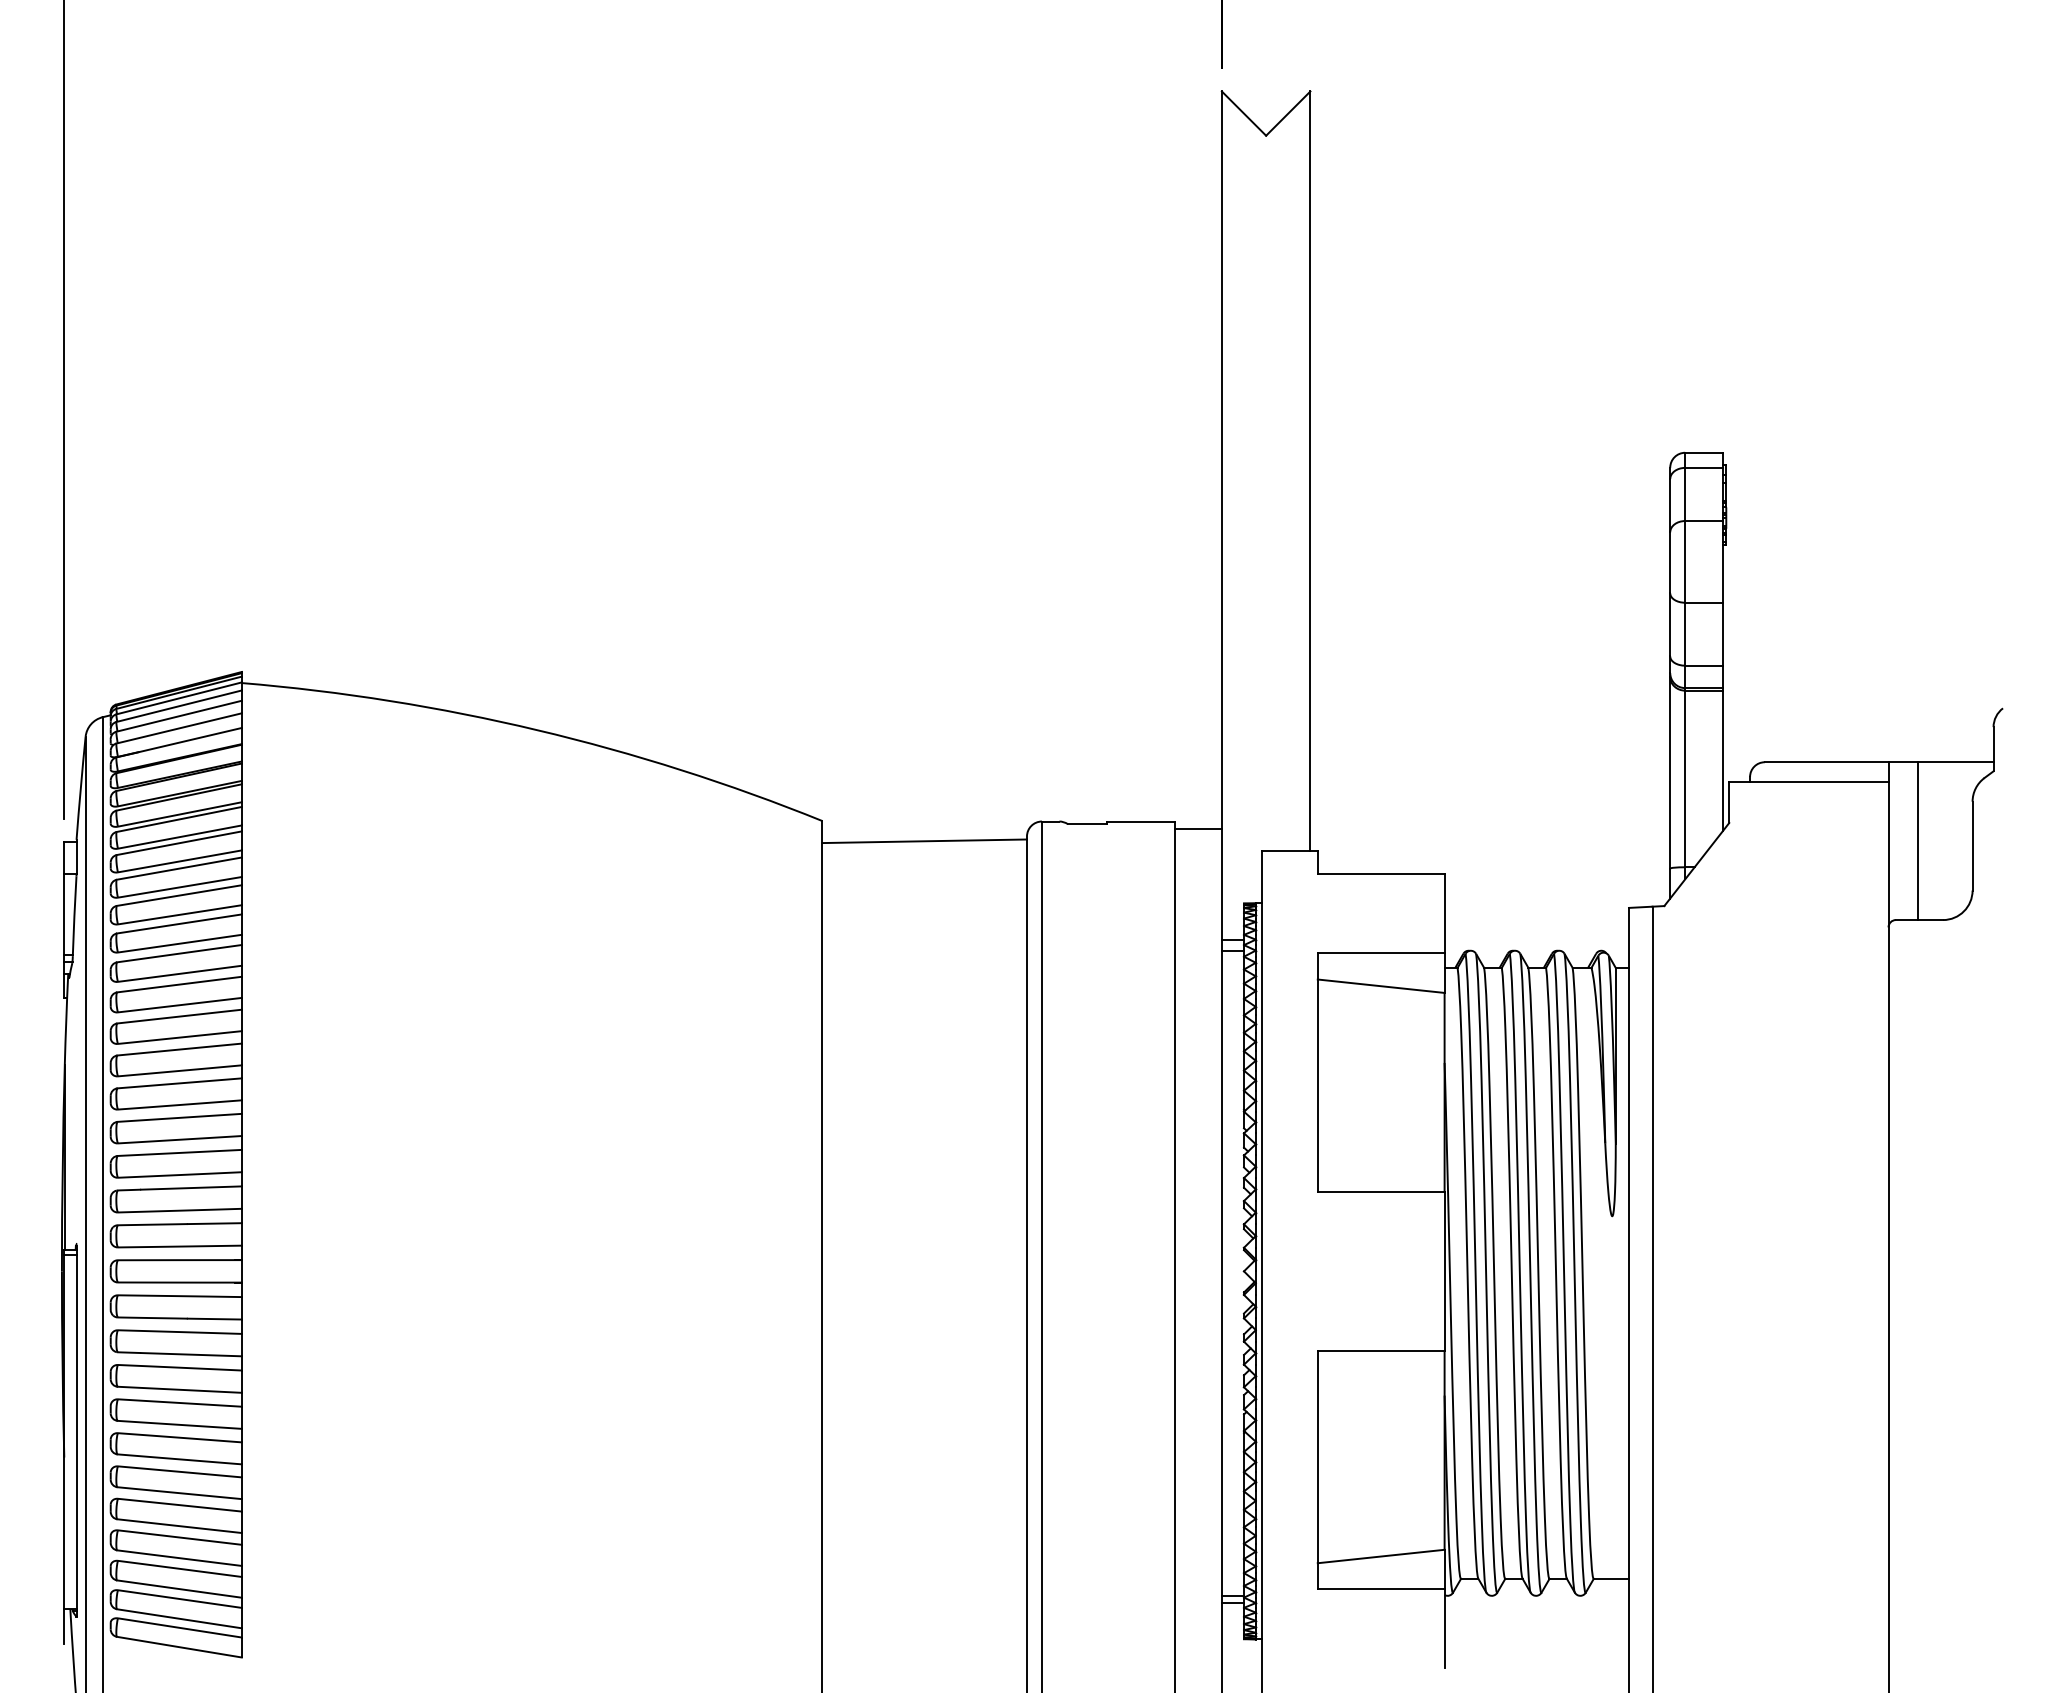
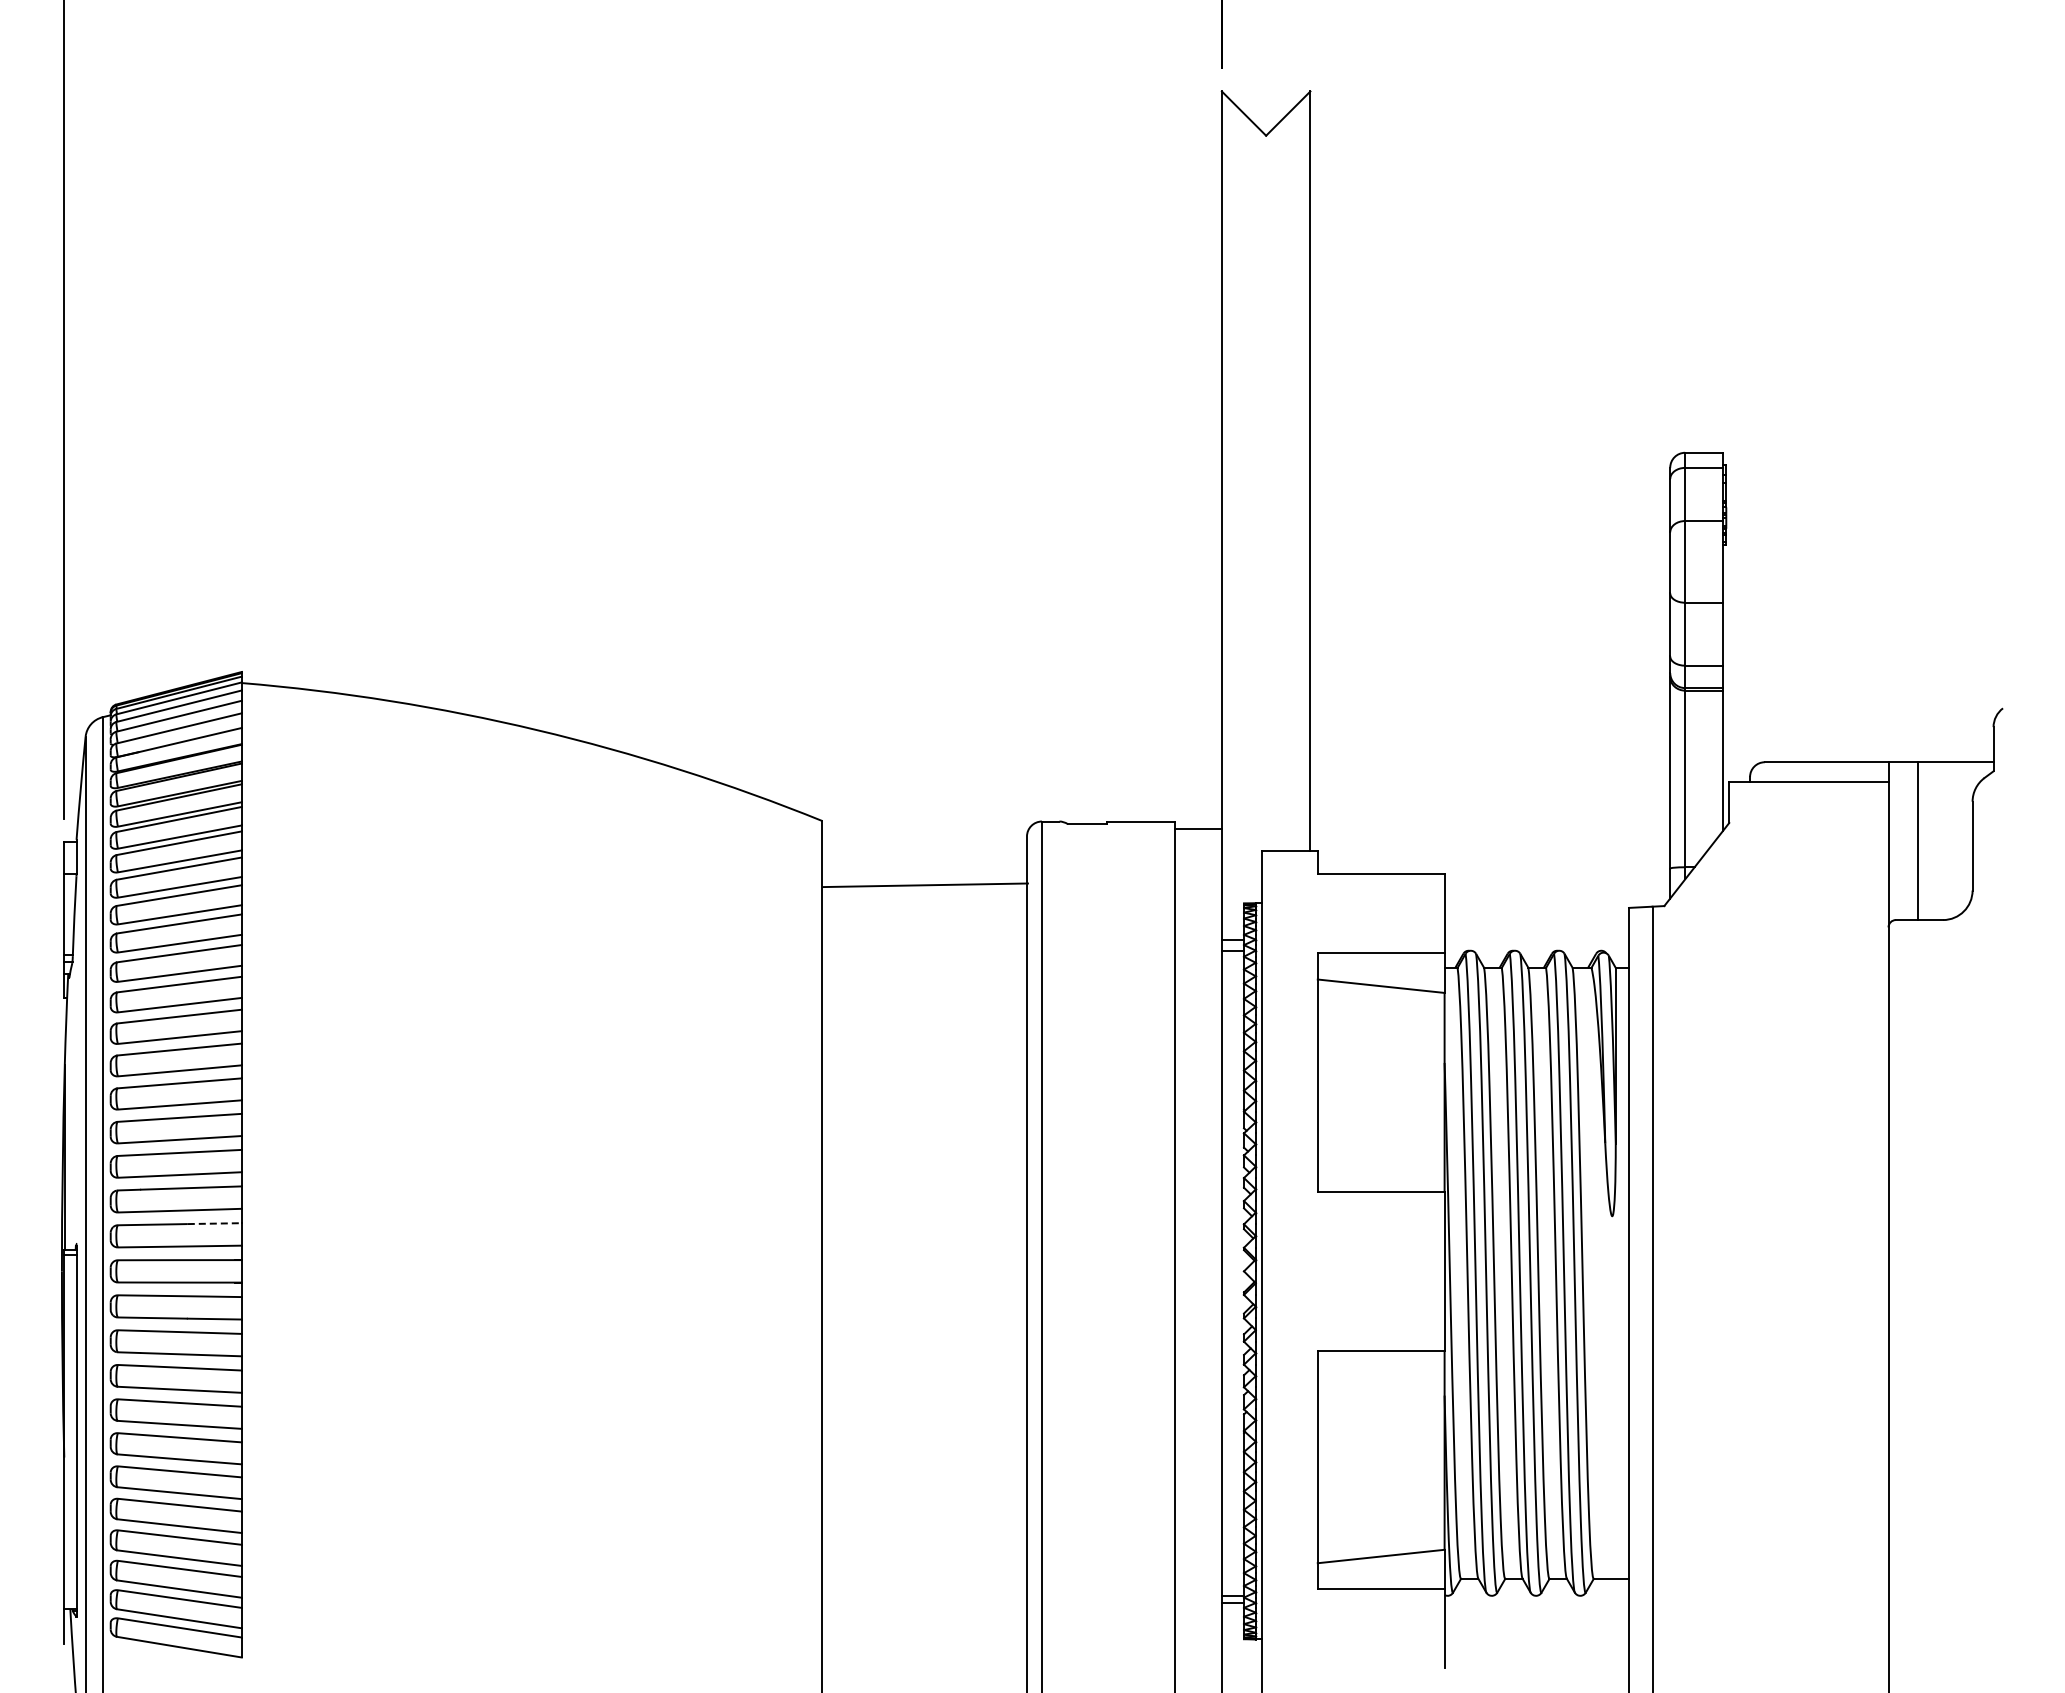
line at (924, 841) position: (924, 841) -> (925, 885)
line at (215, 1223): solid -> dashed
